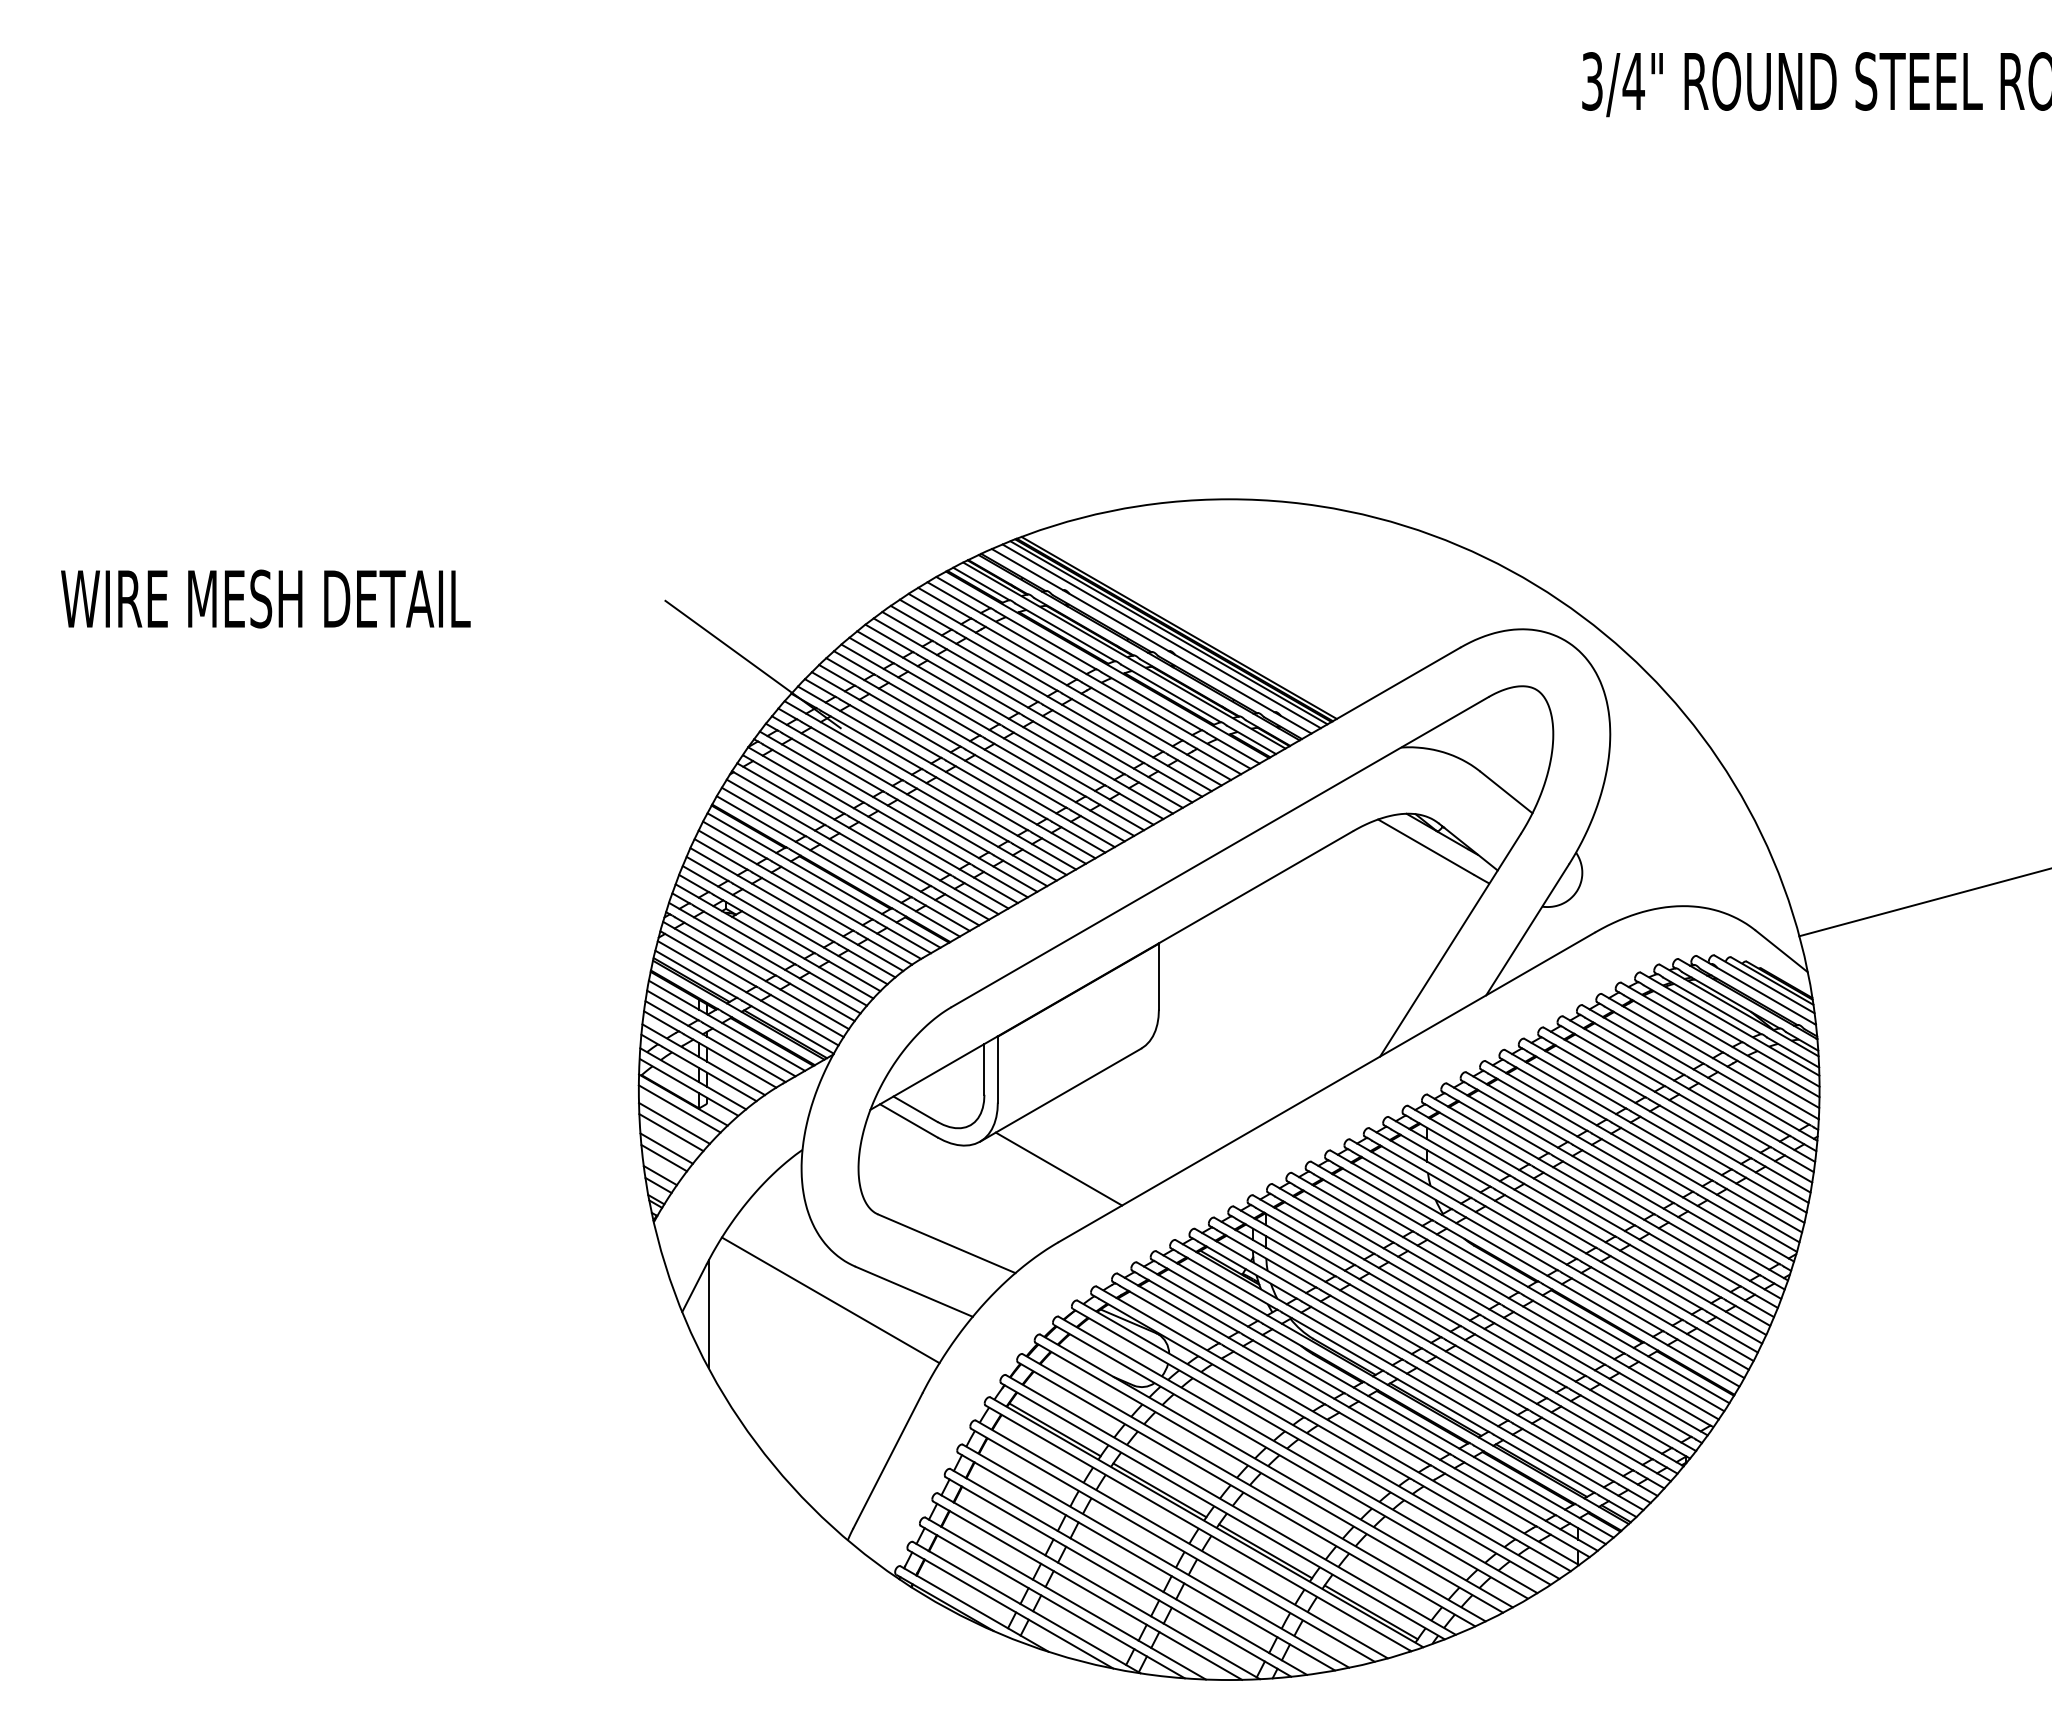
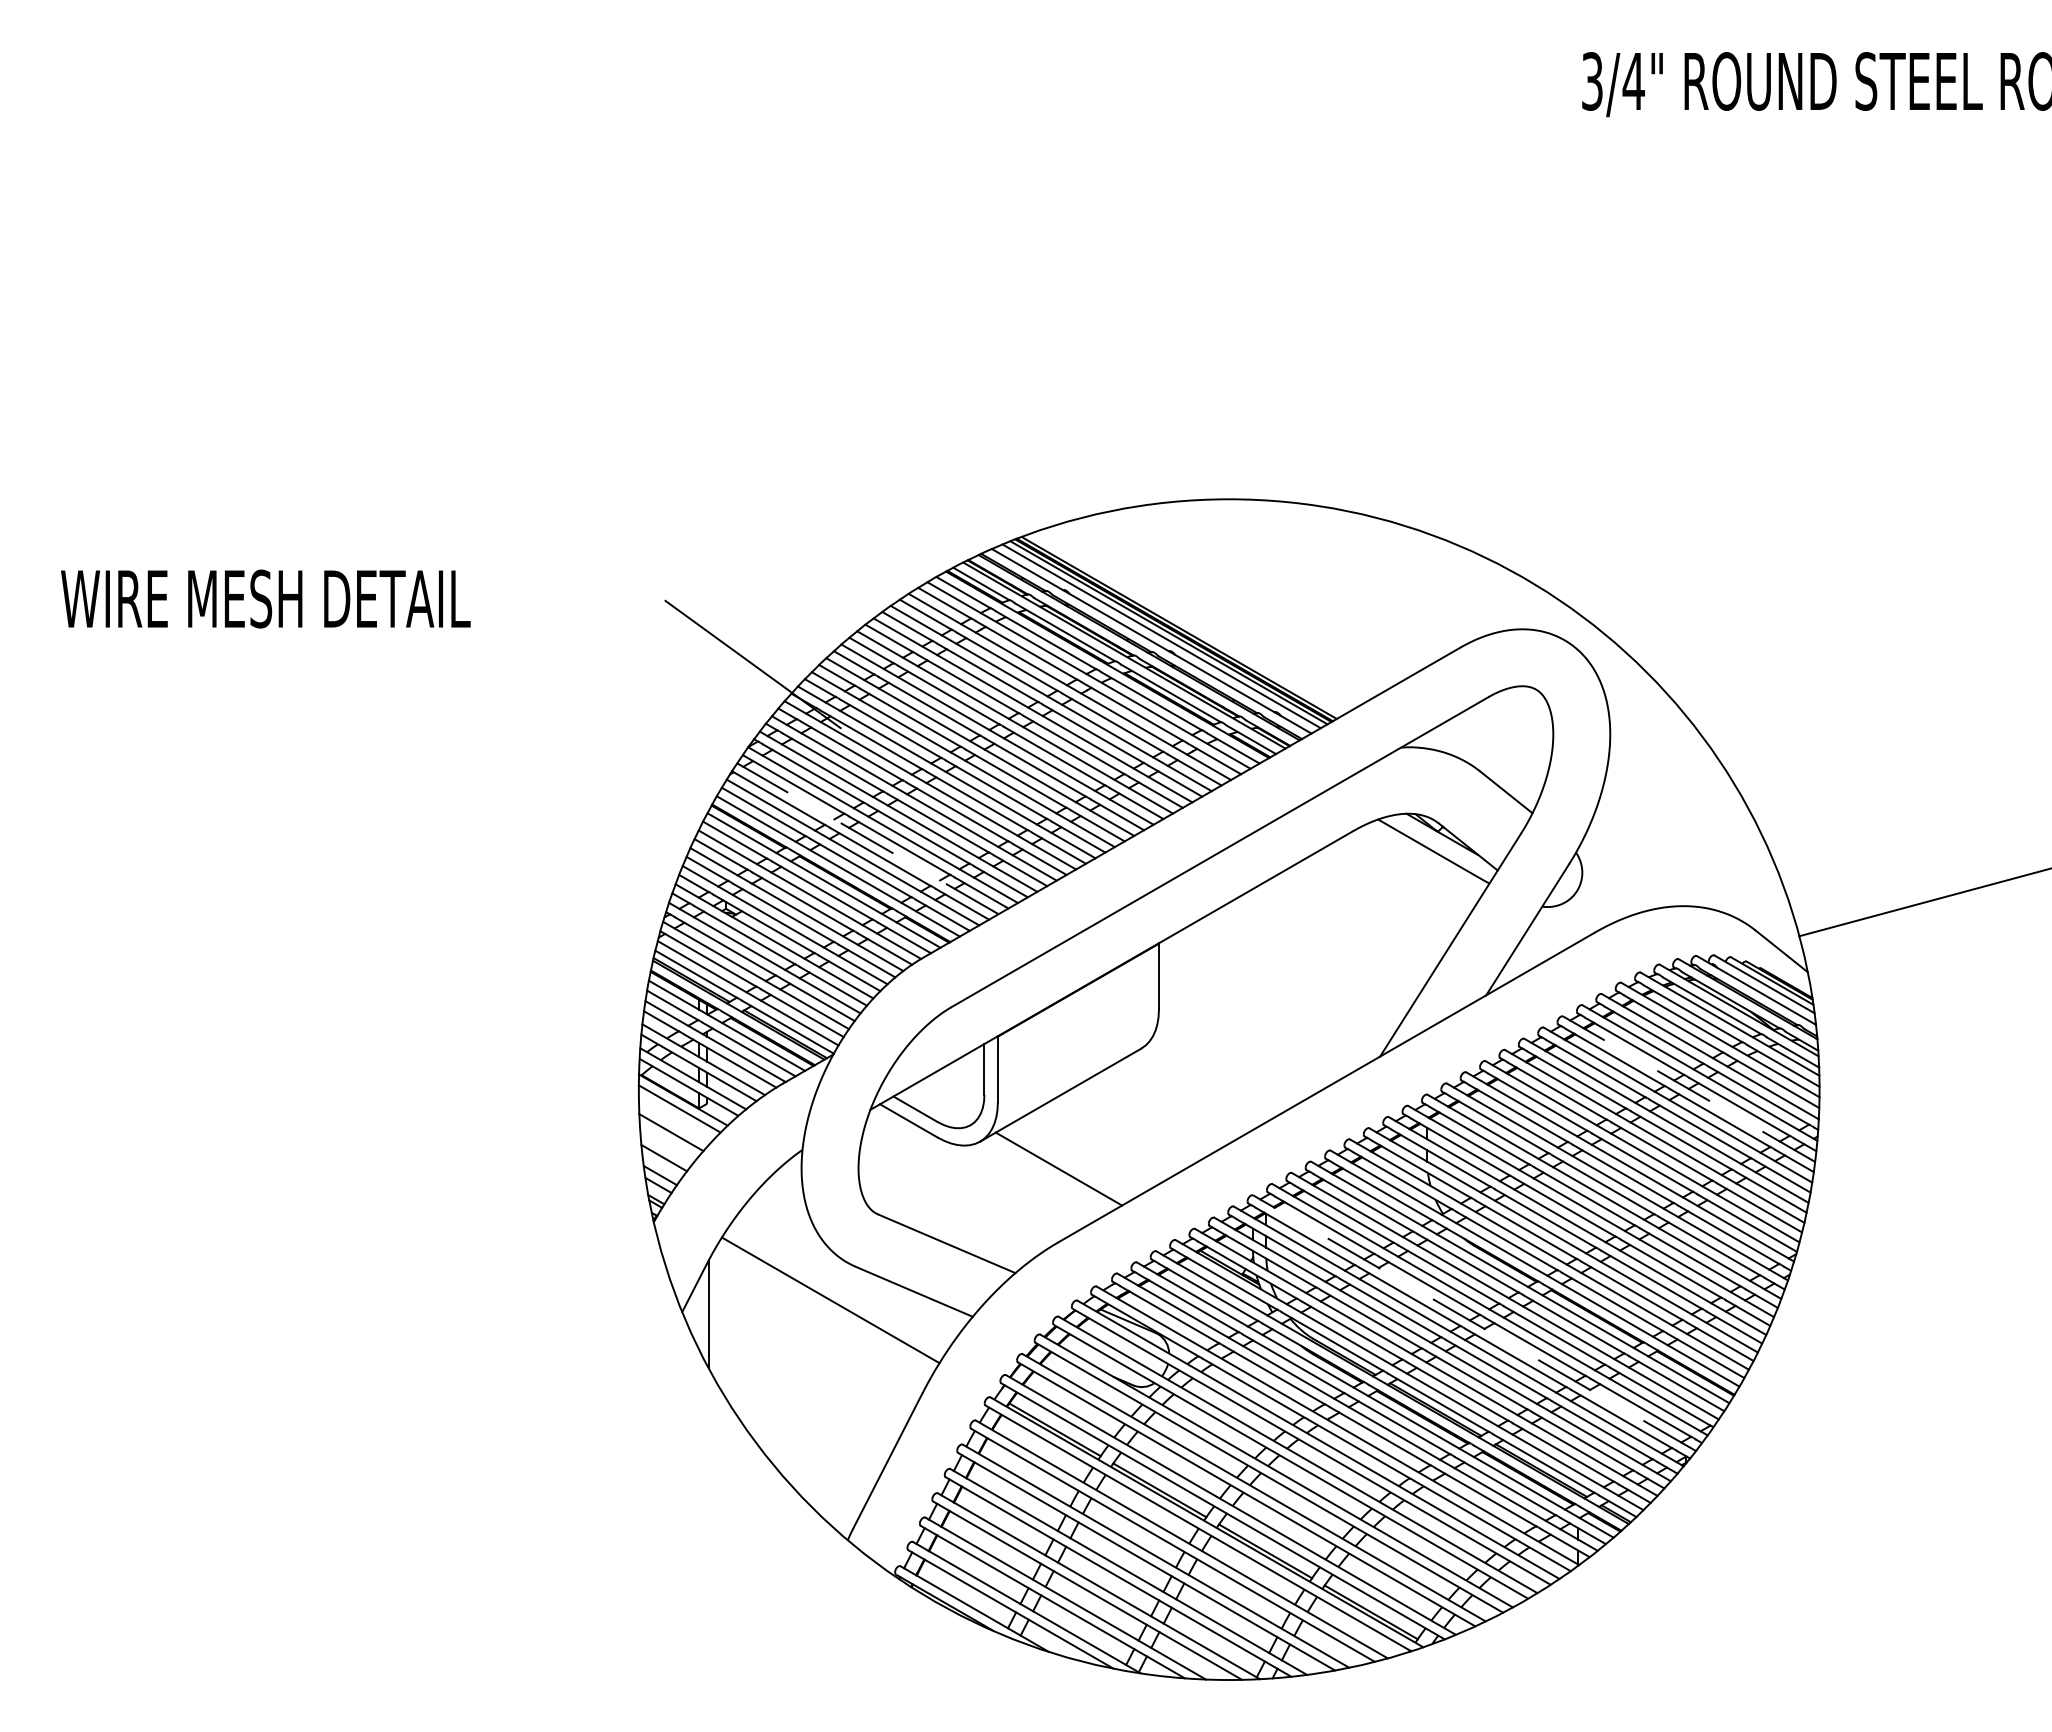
line at (867, 838): solid -> dashed
line at (1688, 1088): solid -> dashed
line at (674, 1122): present -> none
line at (666, 1148): present -> none
line at (1474, 1323): solid -> dashed
